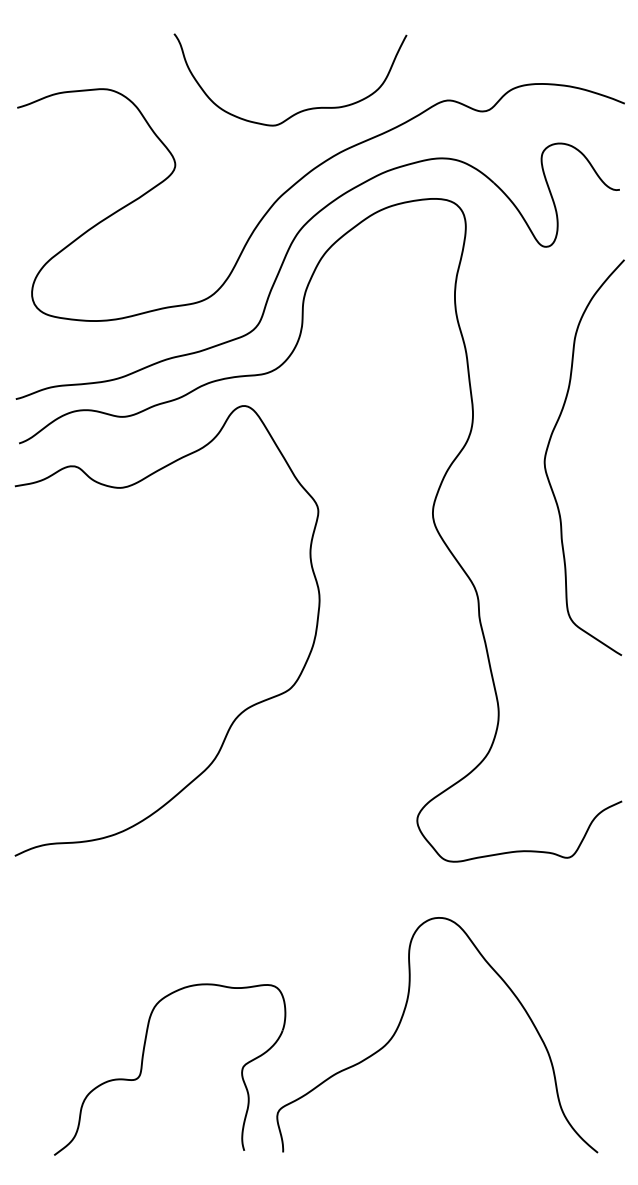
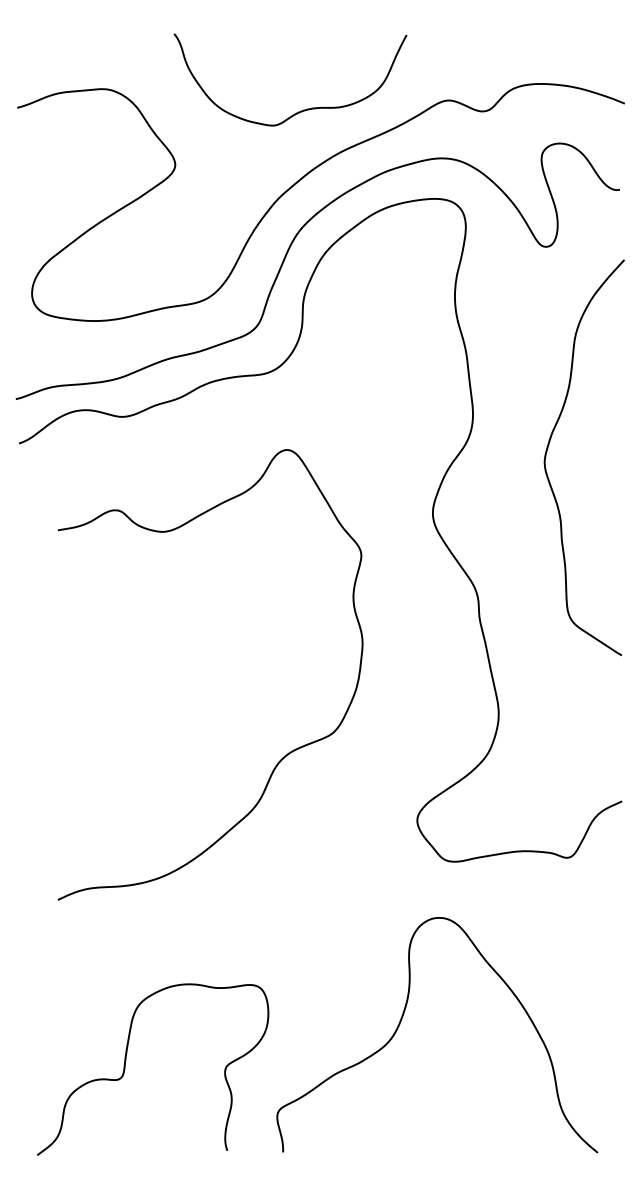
curve at (241, 711) position: (241, 711) -> (284, 755)
part at (142, 1069) position: (142, 1069) -> (125, 1069)
